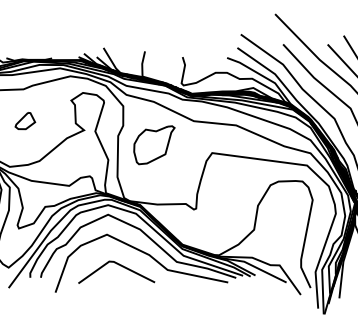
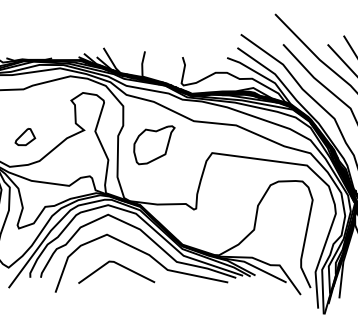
part at (25, 121) position: (25, 121) -> (25, 137)
